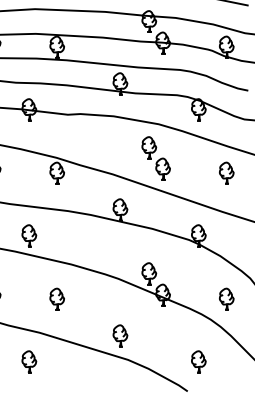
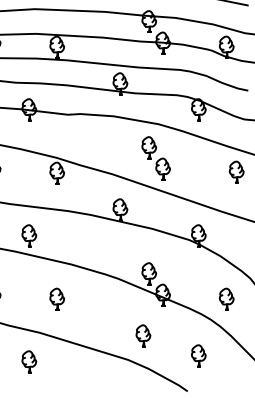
part at (226, 172) position: (226, 172) -> (236, 171)
part at (120, 335) position: (120, 335) -> (143, 335)
part at (198, 361) position: (198, 361) -> (198, 355)
